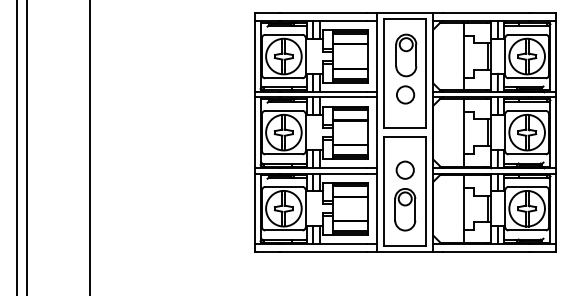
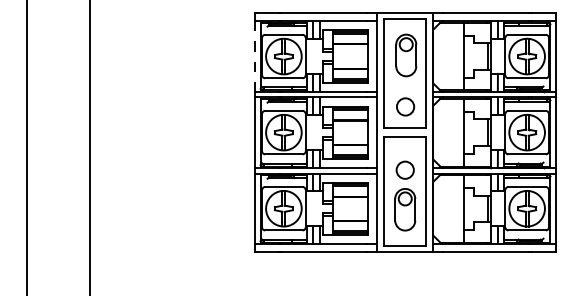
line at (254, 56): solid -> dashed
circle at (405, 94) position: (405, 94) -> (405, 106)
line at (17, 147): present -> none
